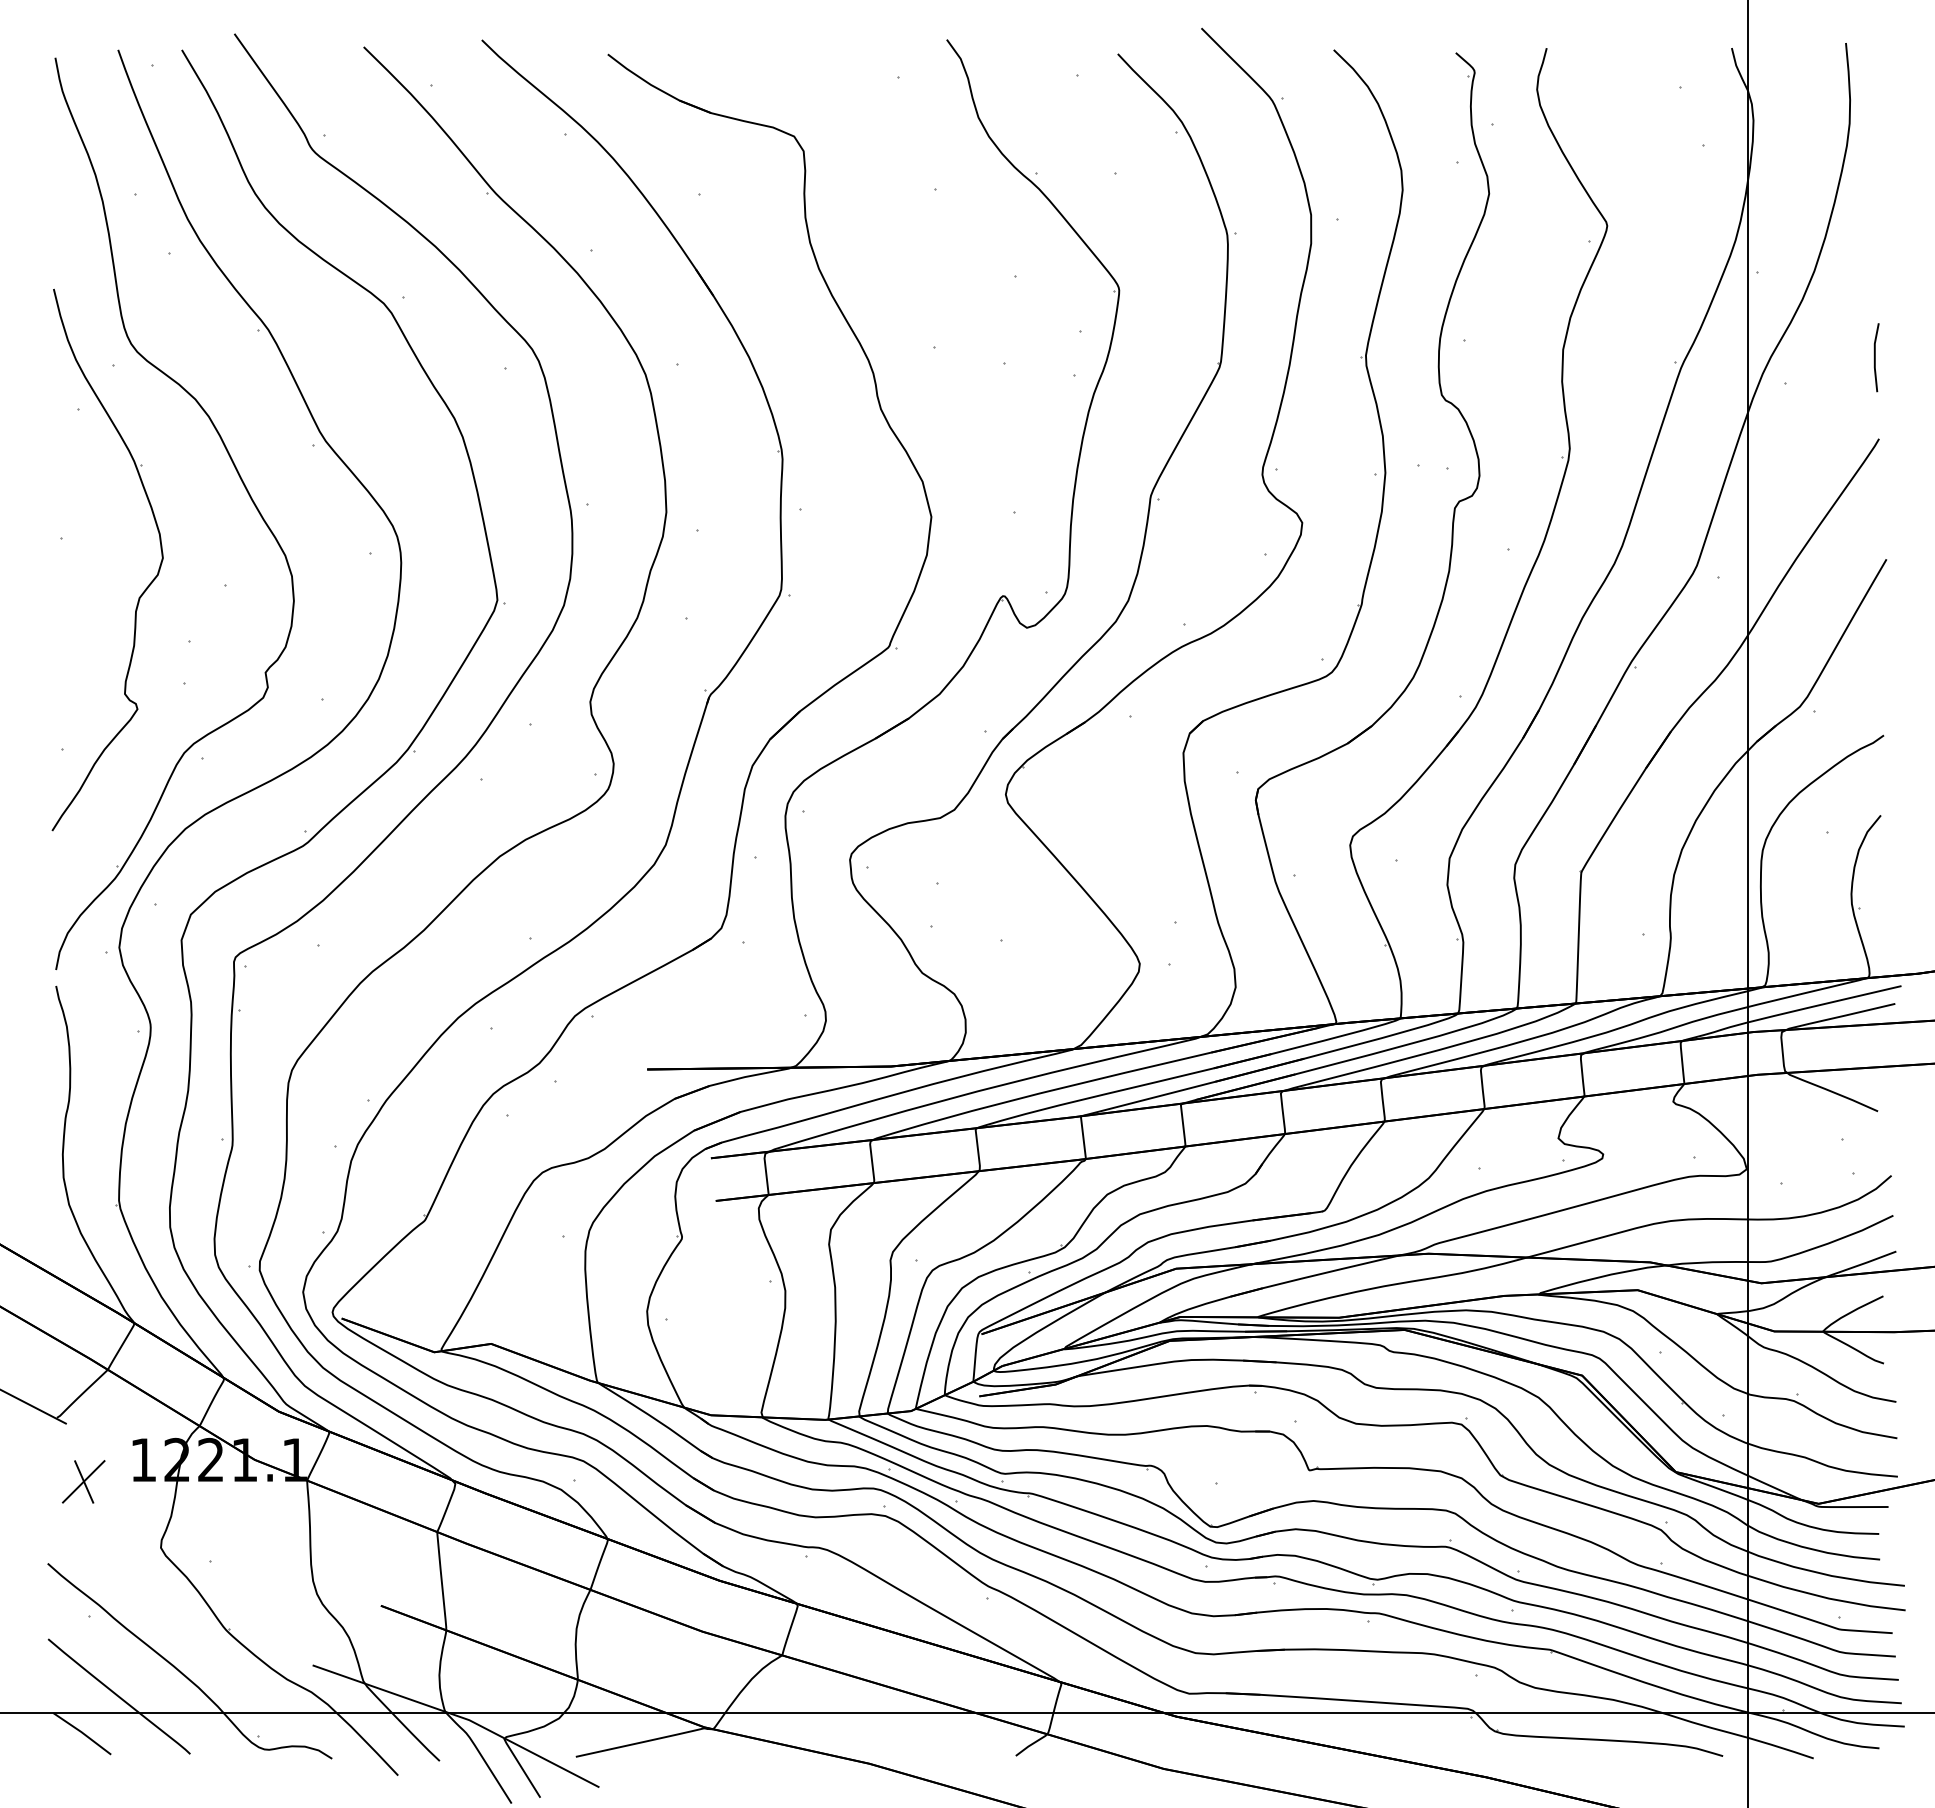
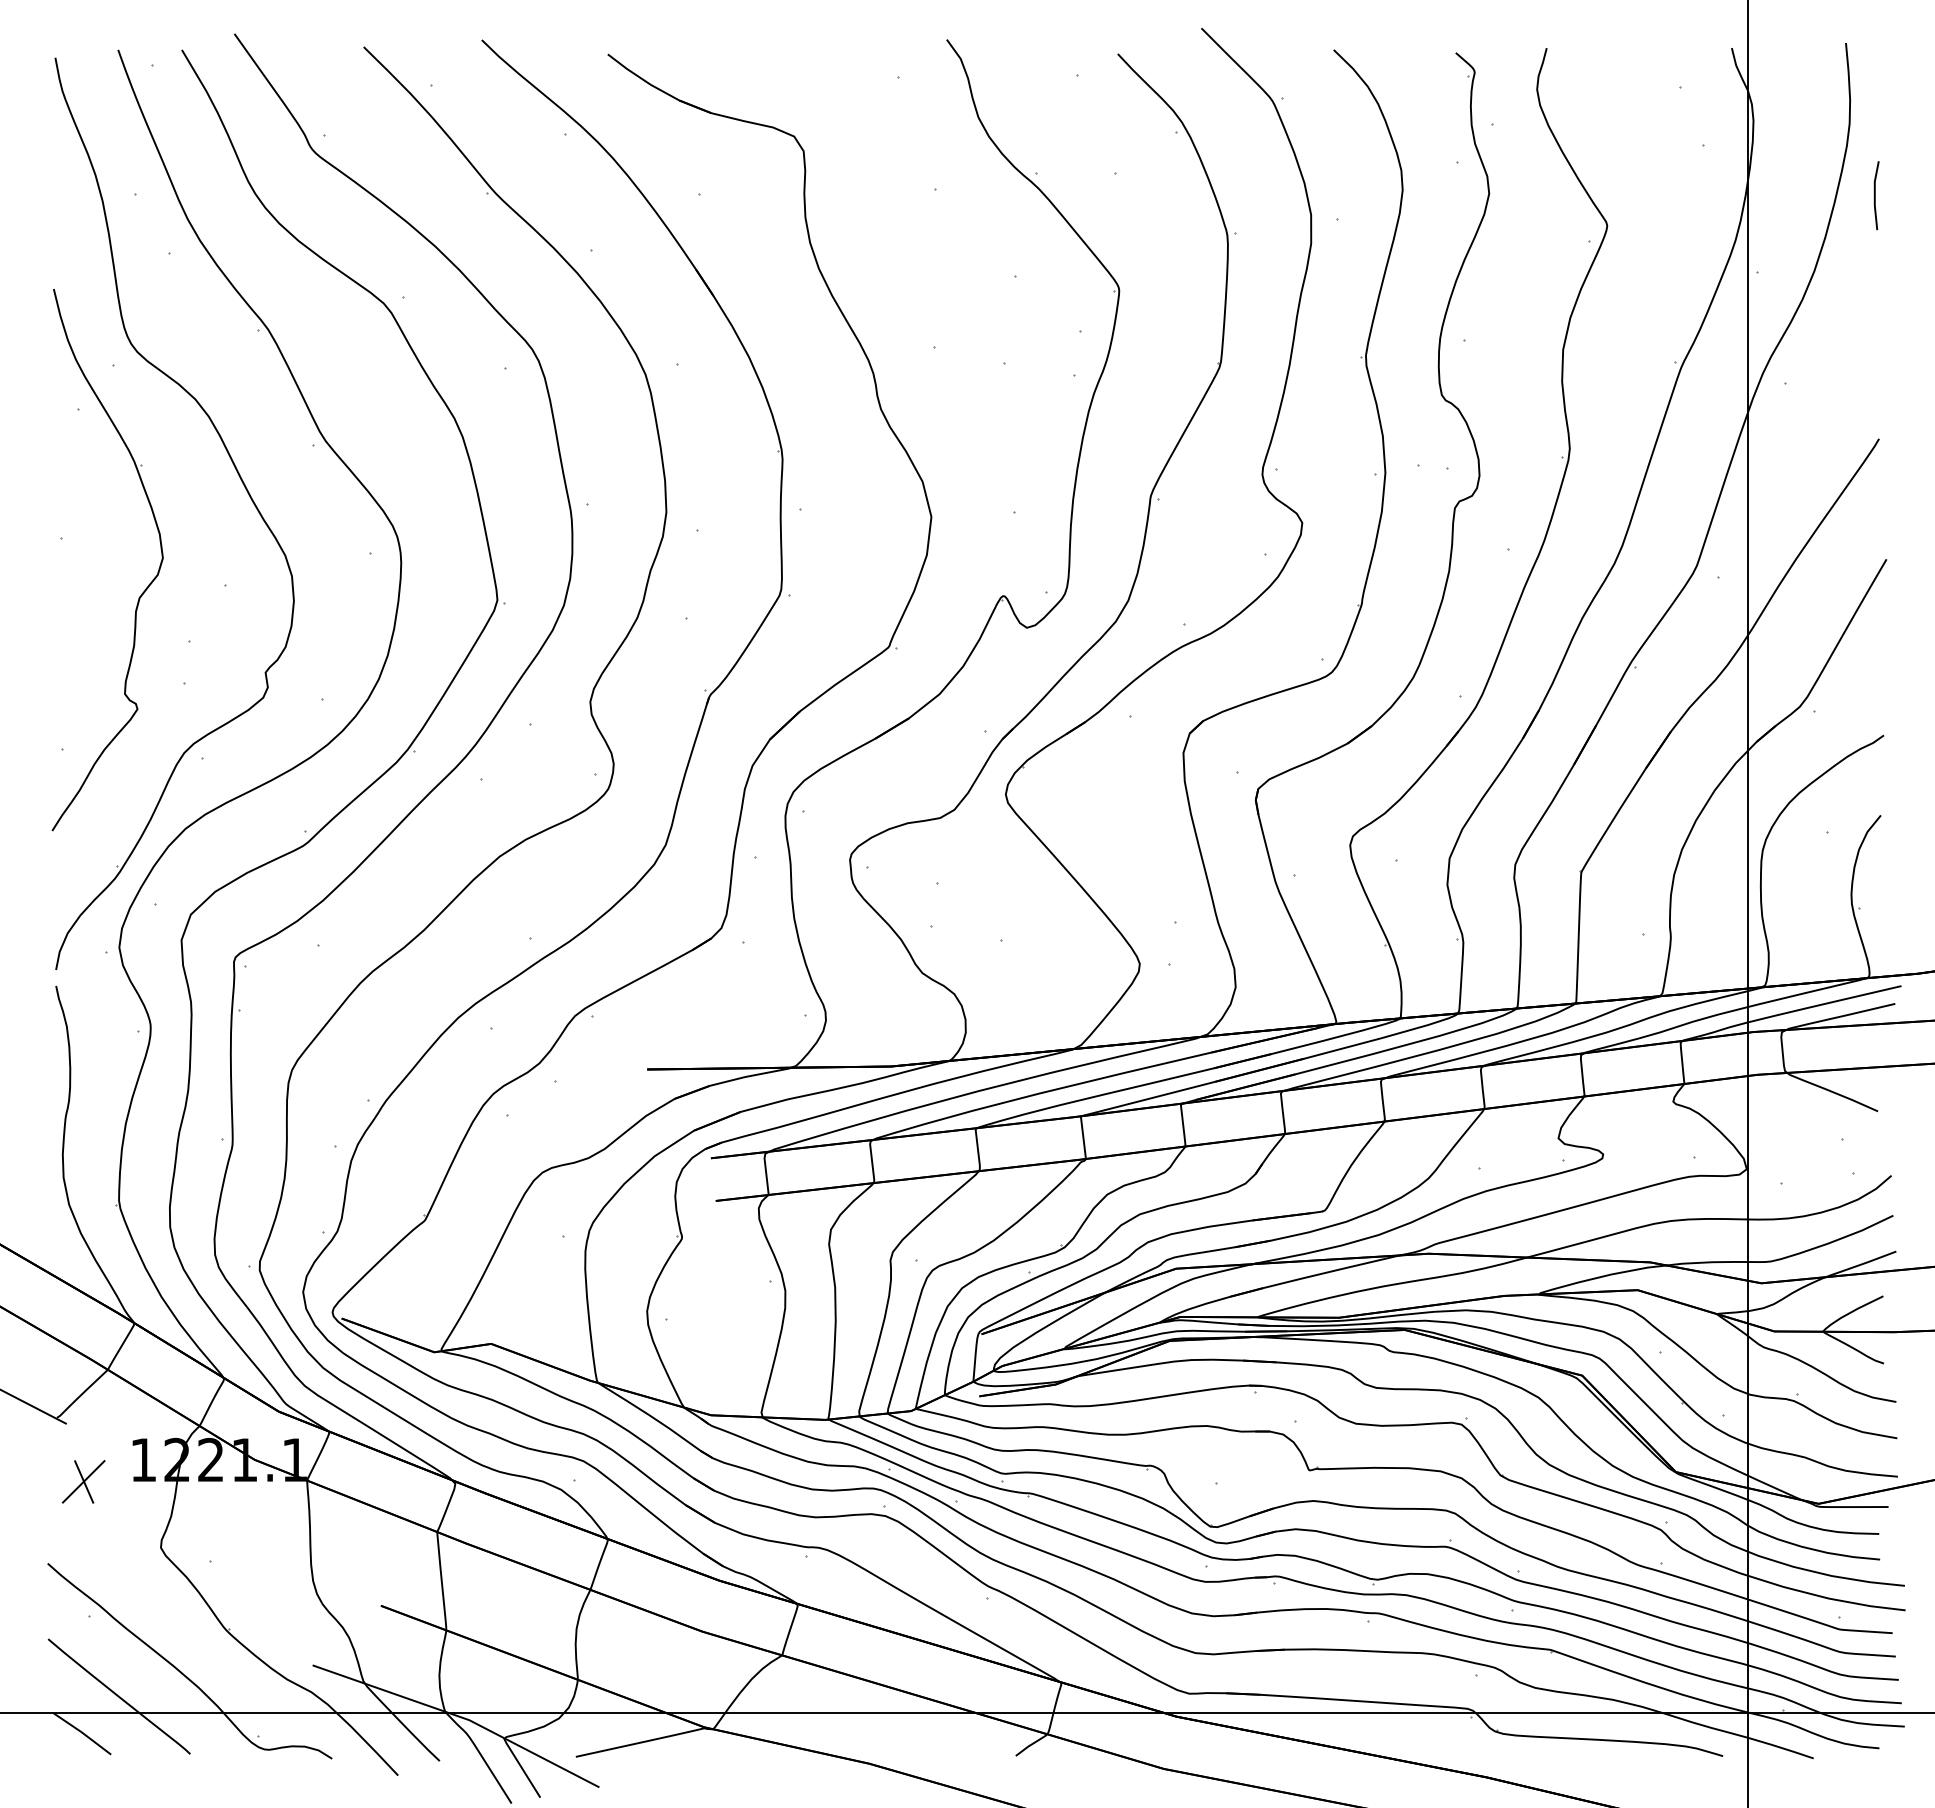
line at (1875, 357) position: (1875, 357) -> (1875, 195)
